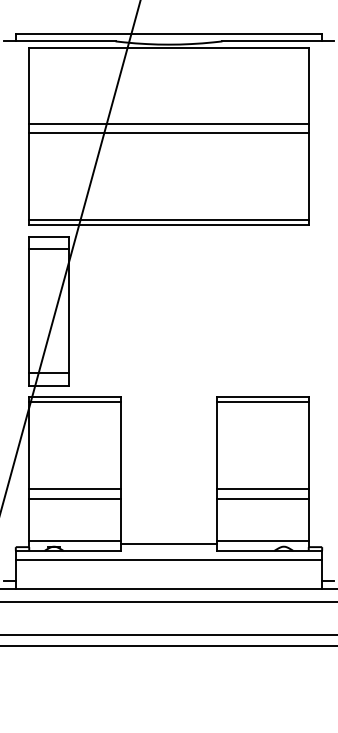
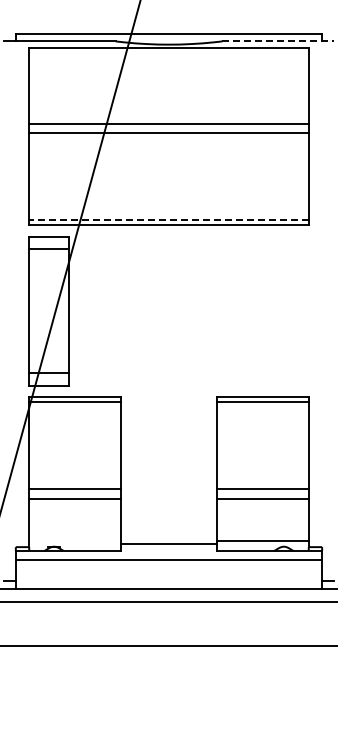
line at (278, 41): solid -> dashed
line at (168, 220): solid -> dashed
line at (75, 541): present -> none
line at (168, 634): present -> none
